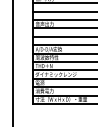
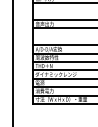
line at (63, 11): present -> none
line at (63, 36): present -> none
